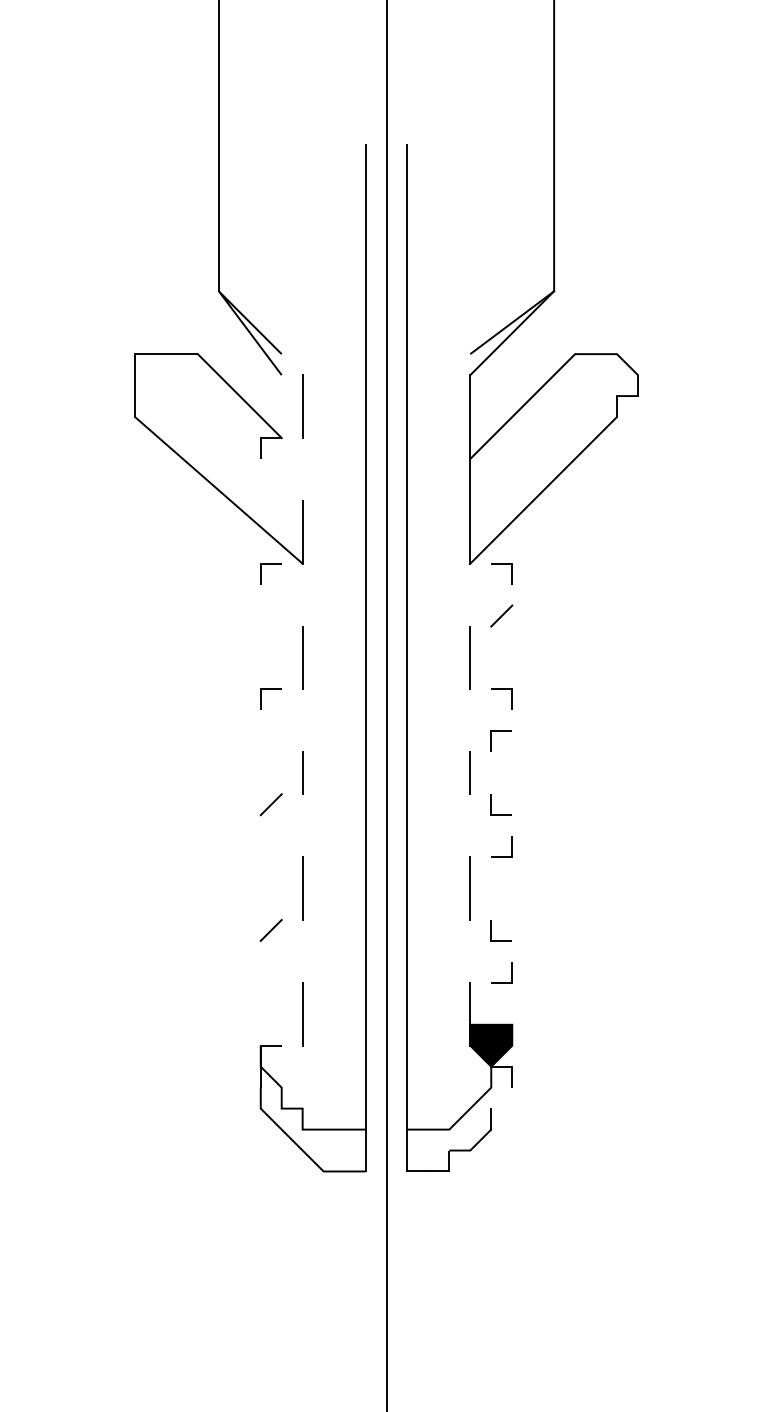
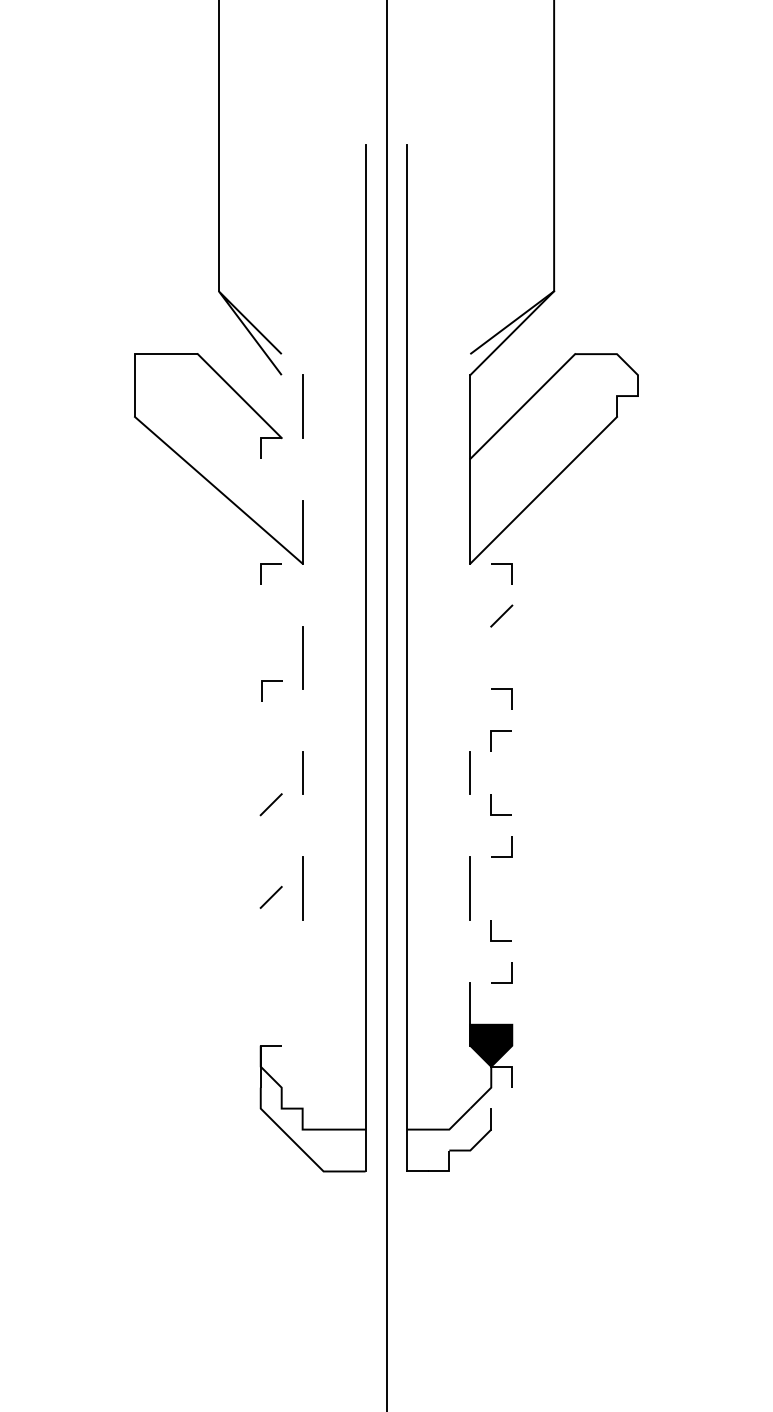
line at (470, 657): present -> none
line at (270, 689) position: (270, 689) -> (271, 681)
line at (270, 929) position: (270, 929) -> (270, 896)
line at (302, 1013): present -> none
